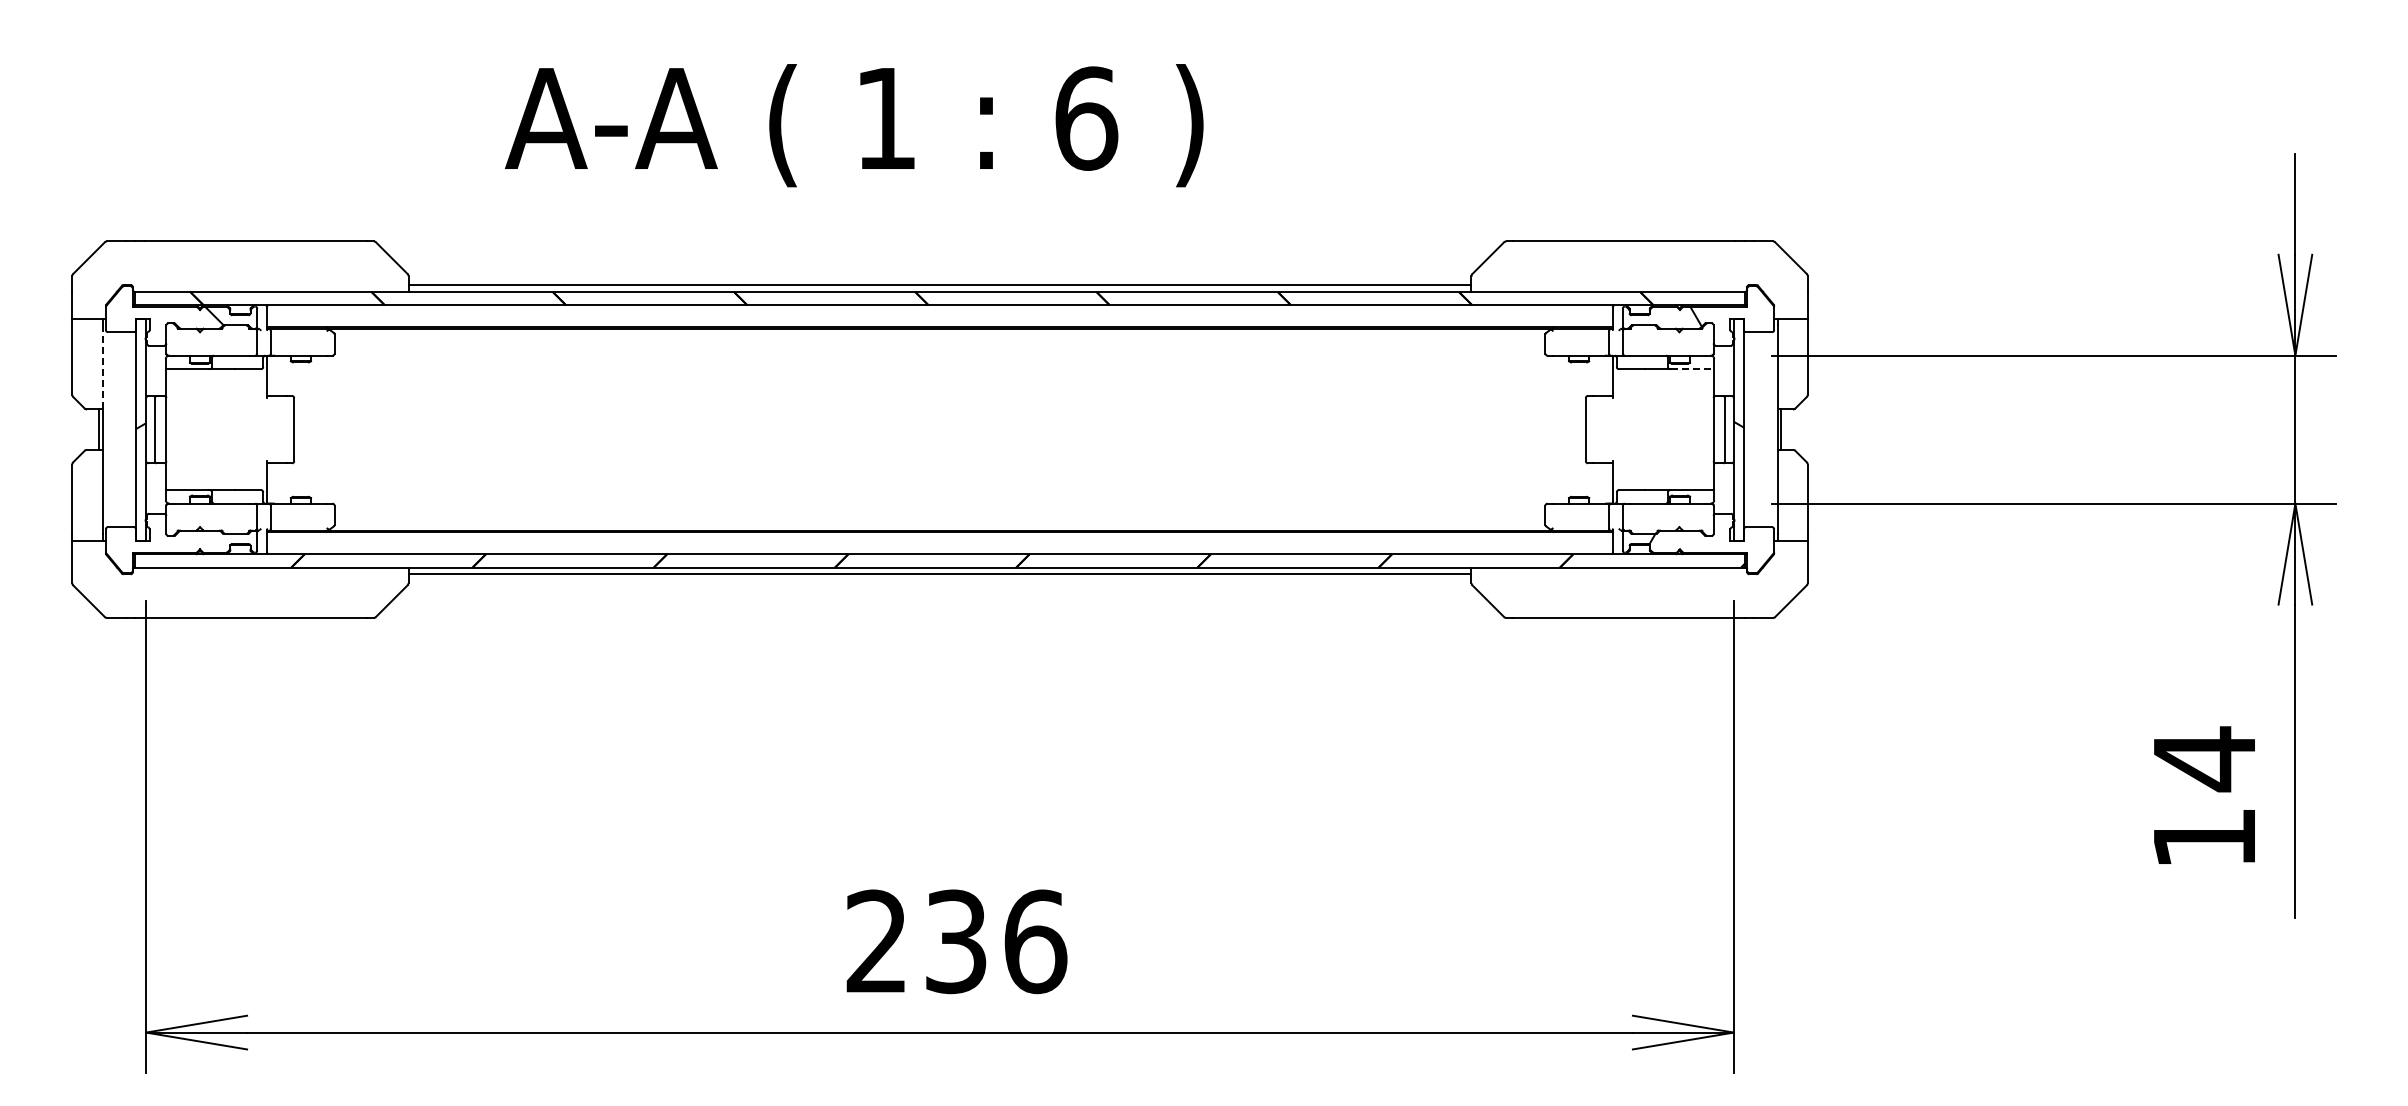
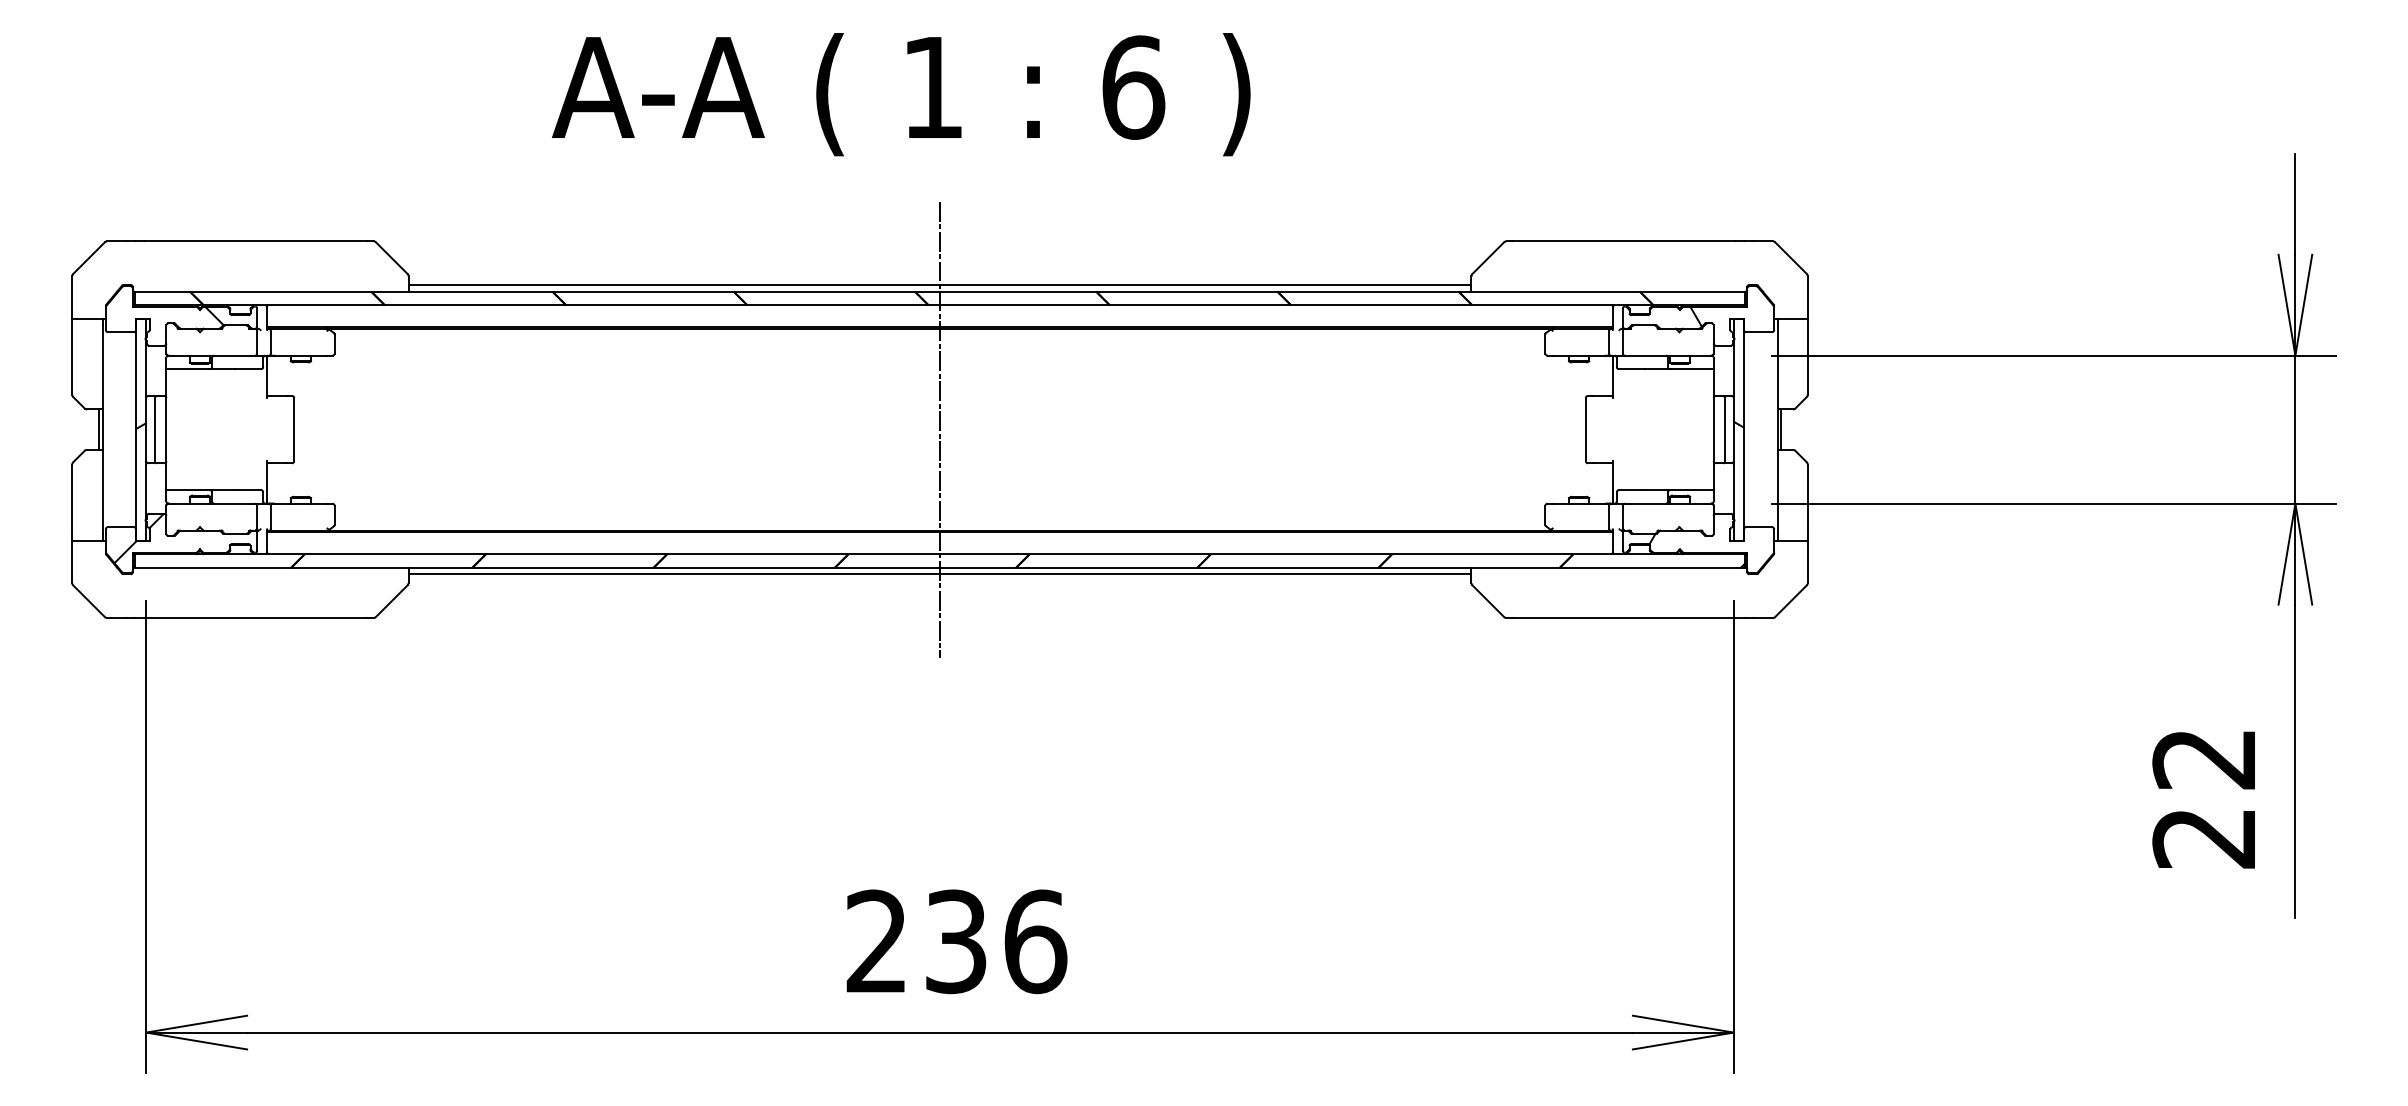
text at (854, 125) position: (854, 125) -> (901, 94)
line at (102, 366): dashed -> solid
line at (1692, 369): dashed -> solid
line at (940, 429): none -> present
hatch at (138, 538): none -> present
text at (2203, 797): 14 -> 22
